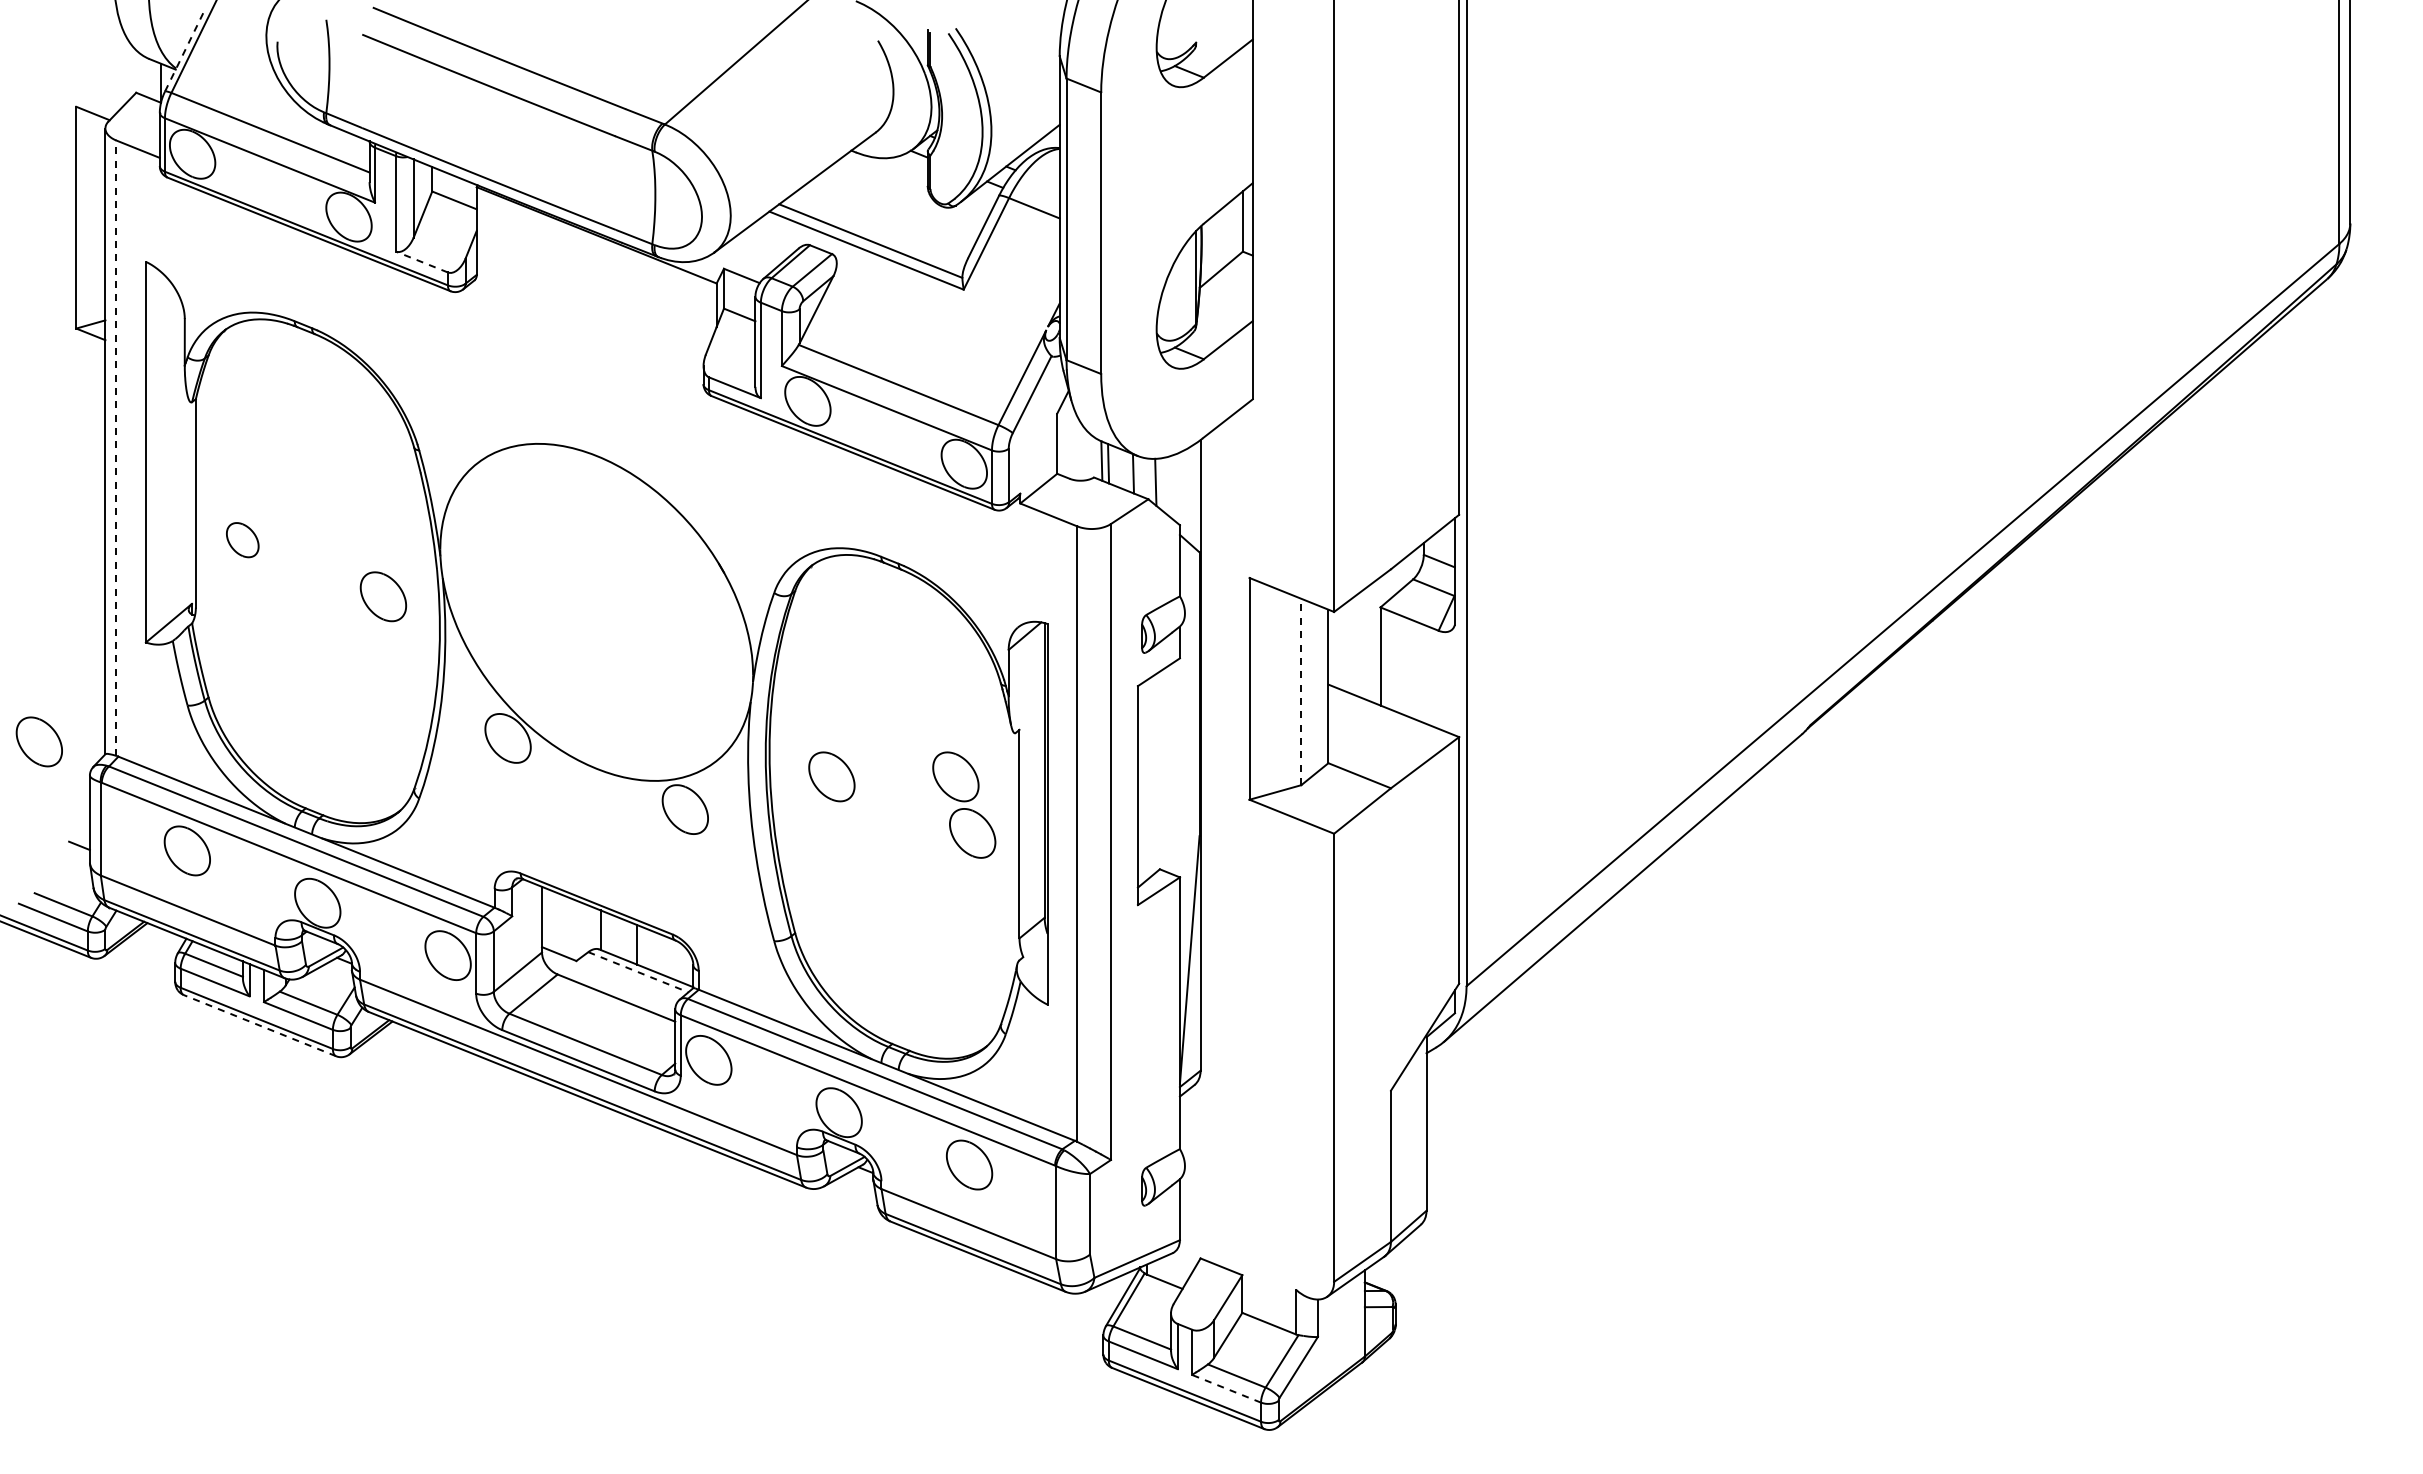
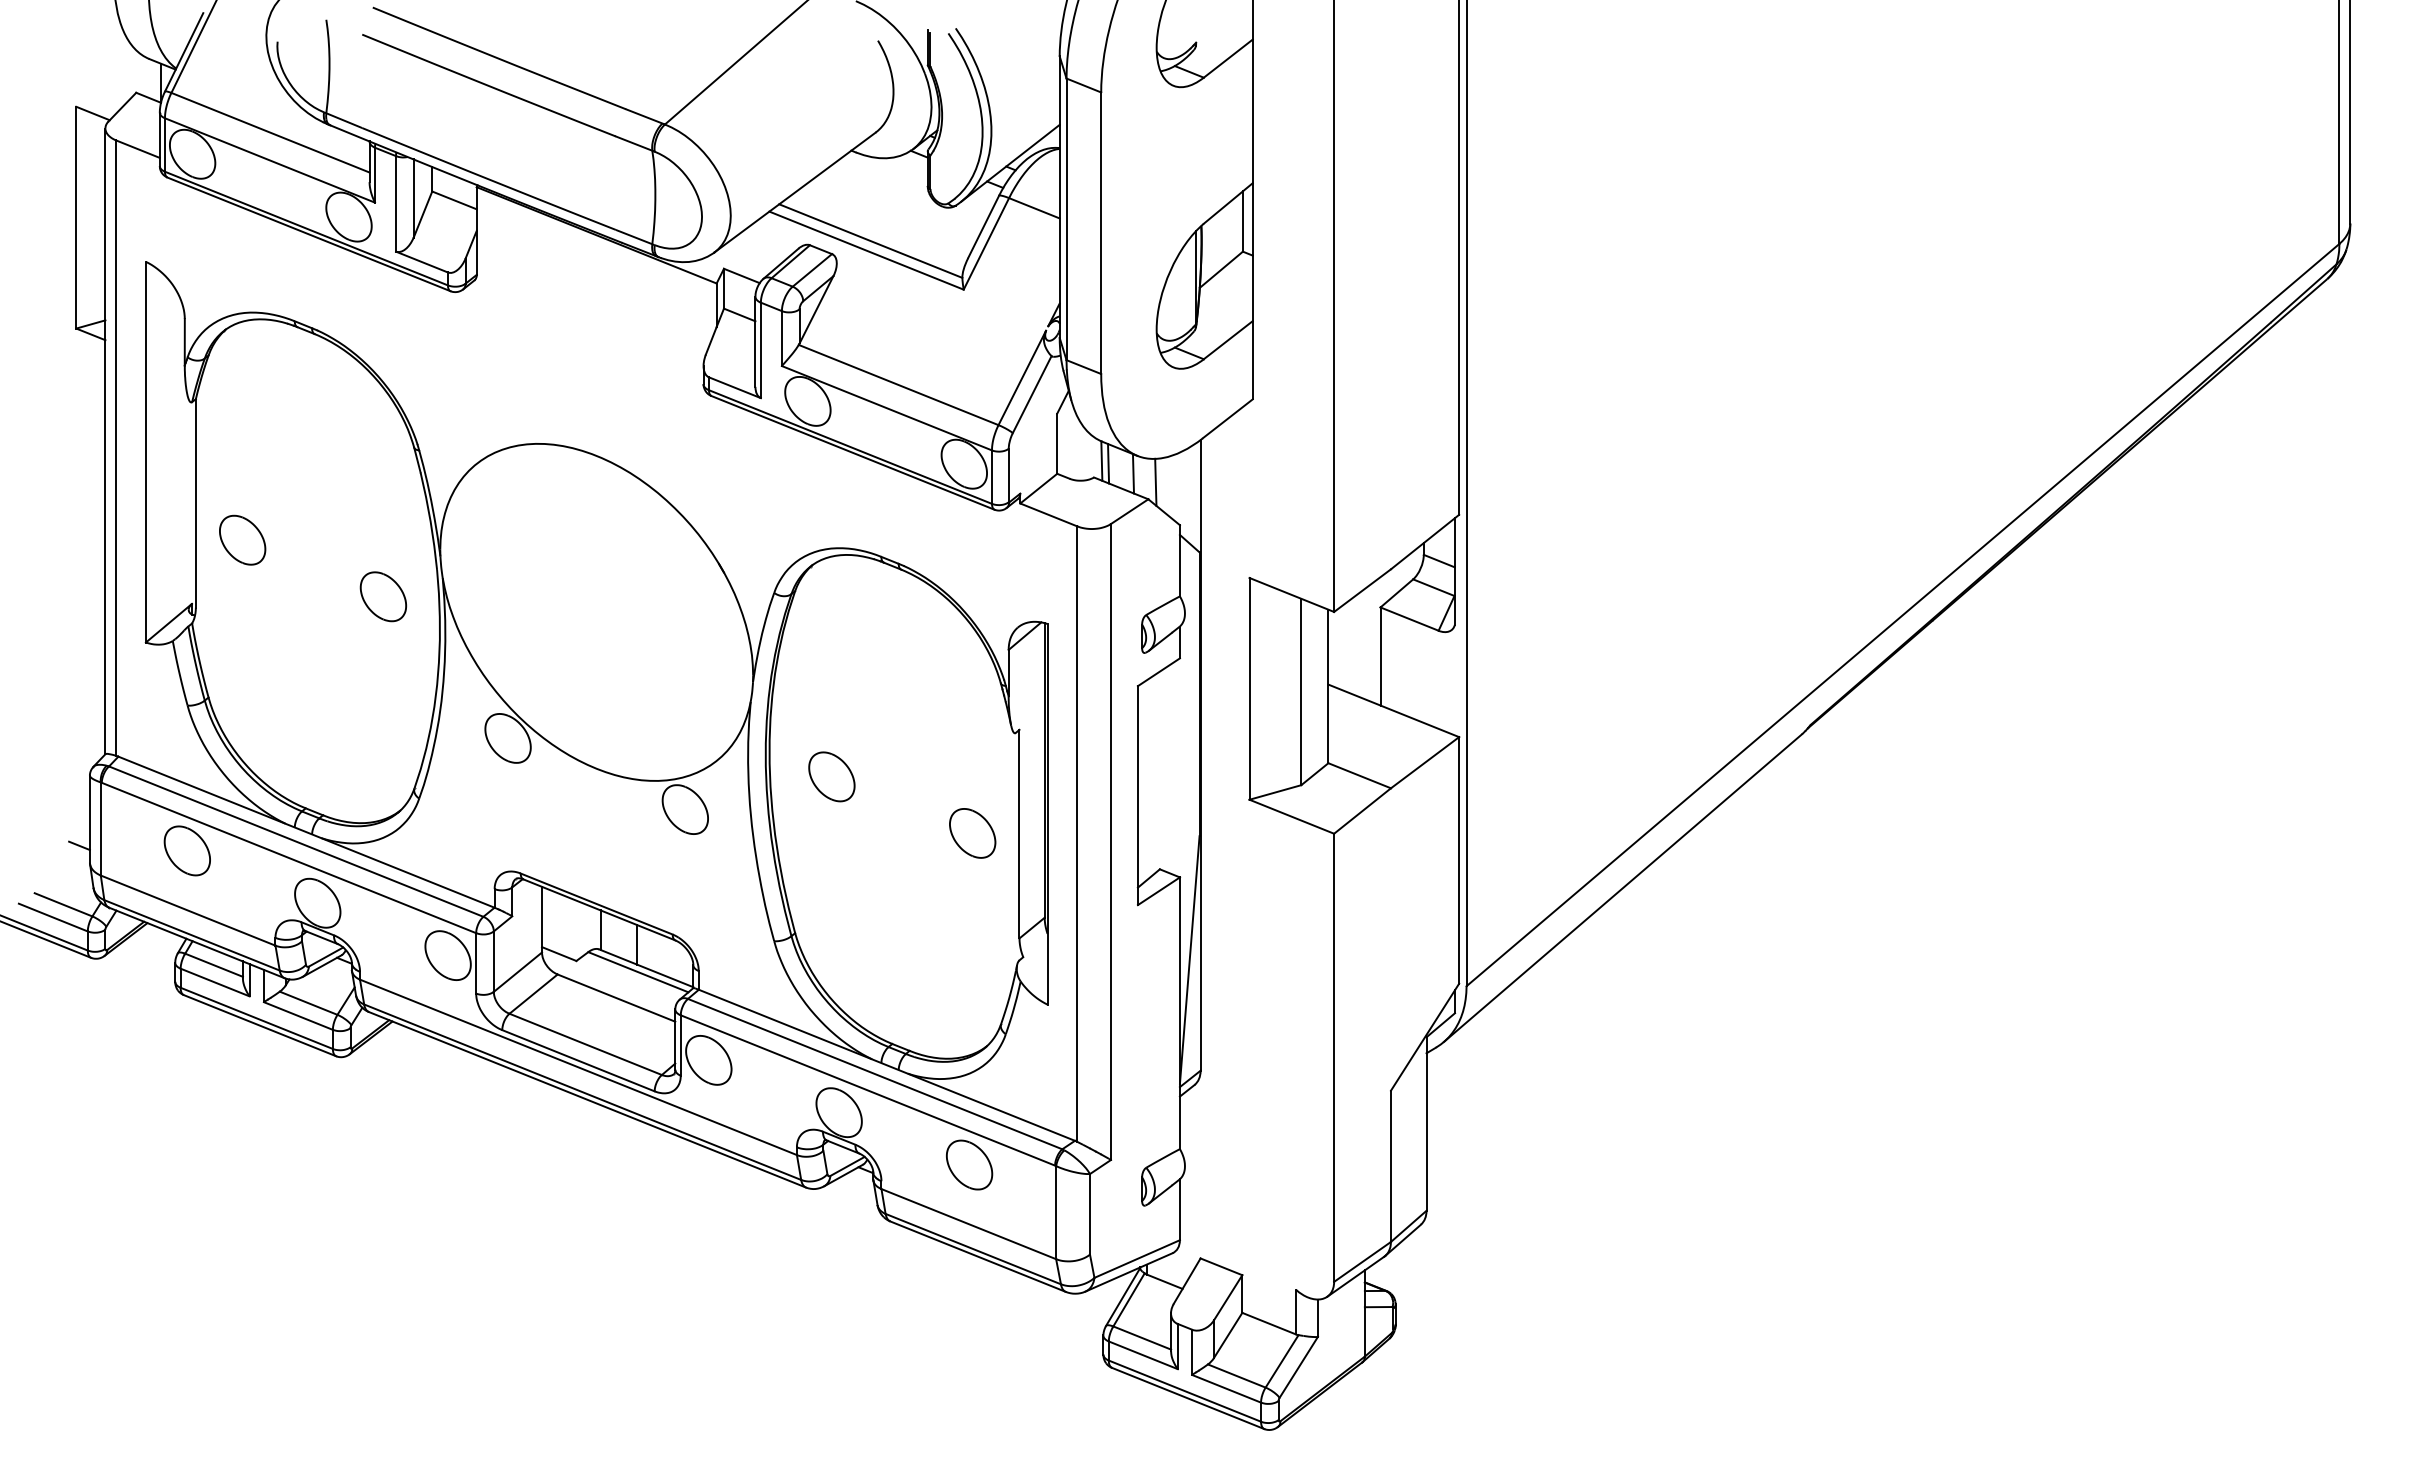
line at (184, 52): dashed -> solid
line at (422, 262): dashed -> solid
line at (116, 448): dashed -> solid
part at (242, 540) size: 34x37 px -> 48x52 px
line at (1301, 691): dashed -> solid
part at (38, 741): present -> none
part at (955, 776): present -> none
line at (638, 972): dashed -> solid
line at (259, 1025): dashed -> solid
line at (1226, 1388): dashed -> solid
